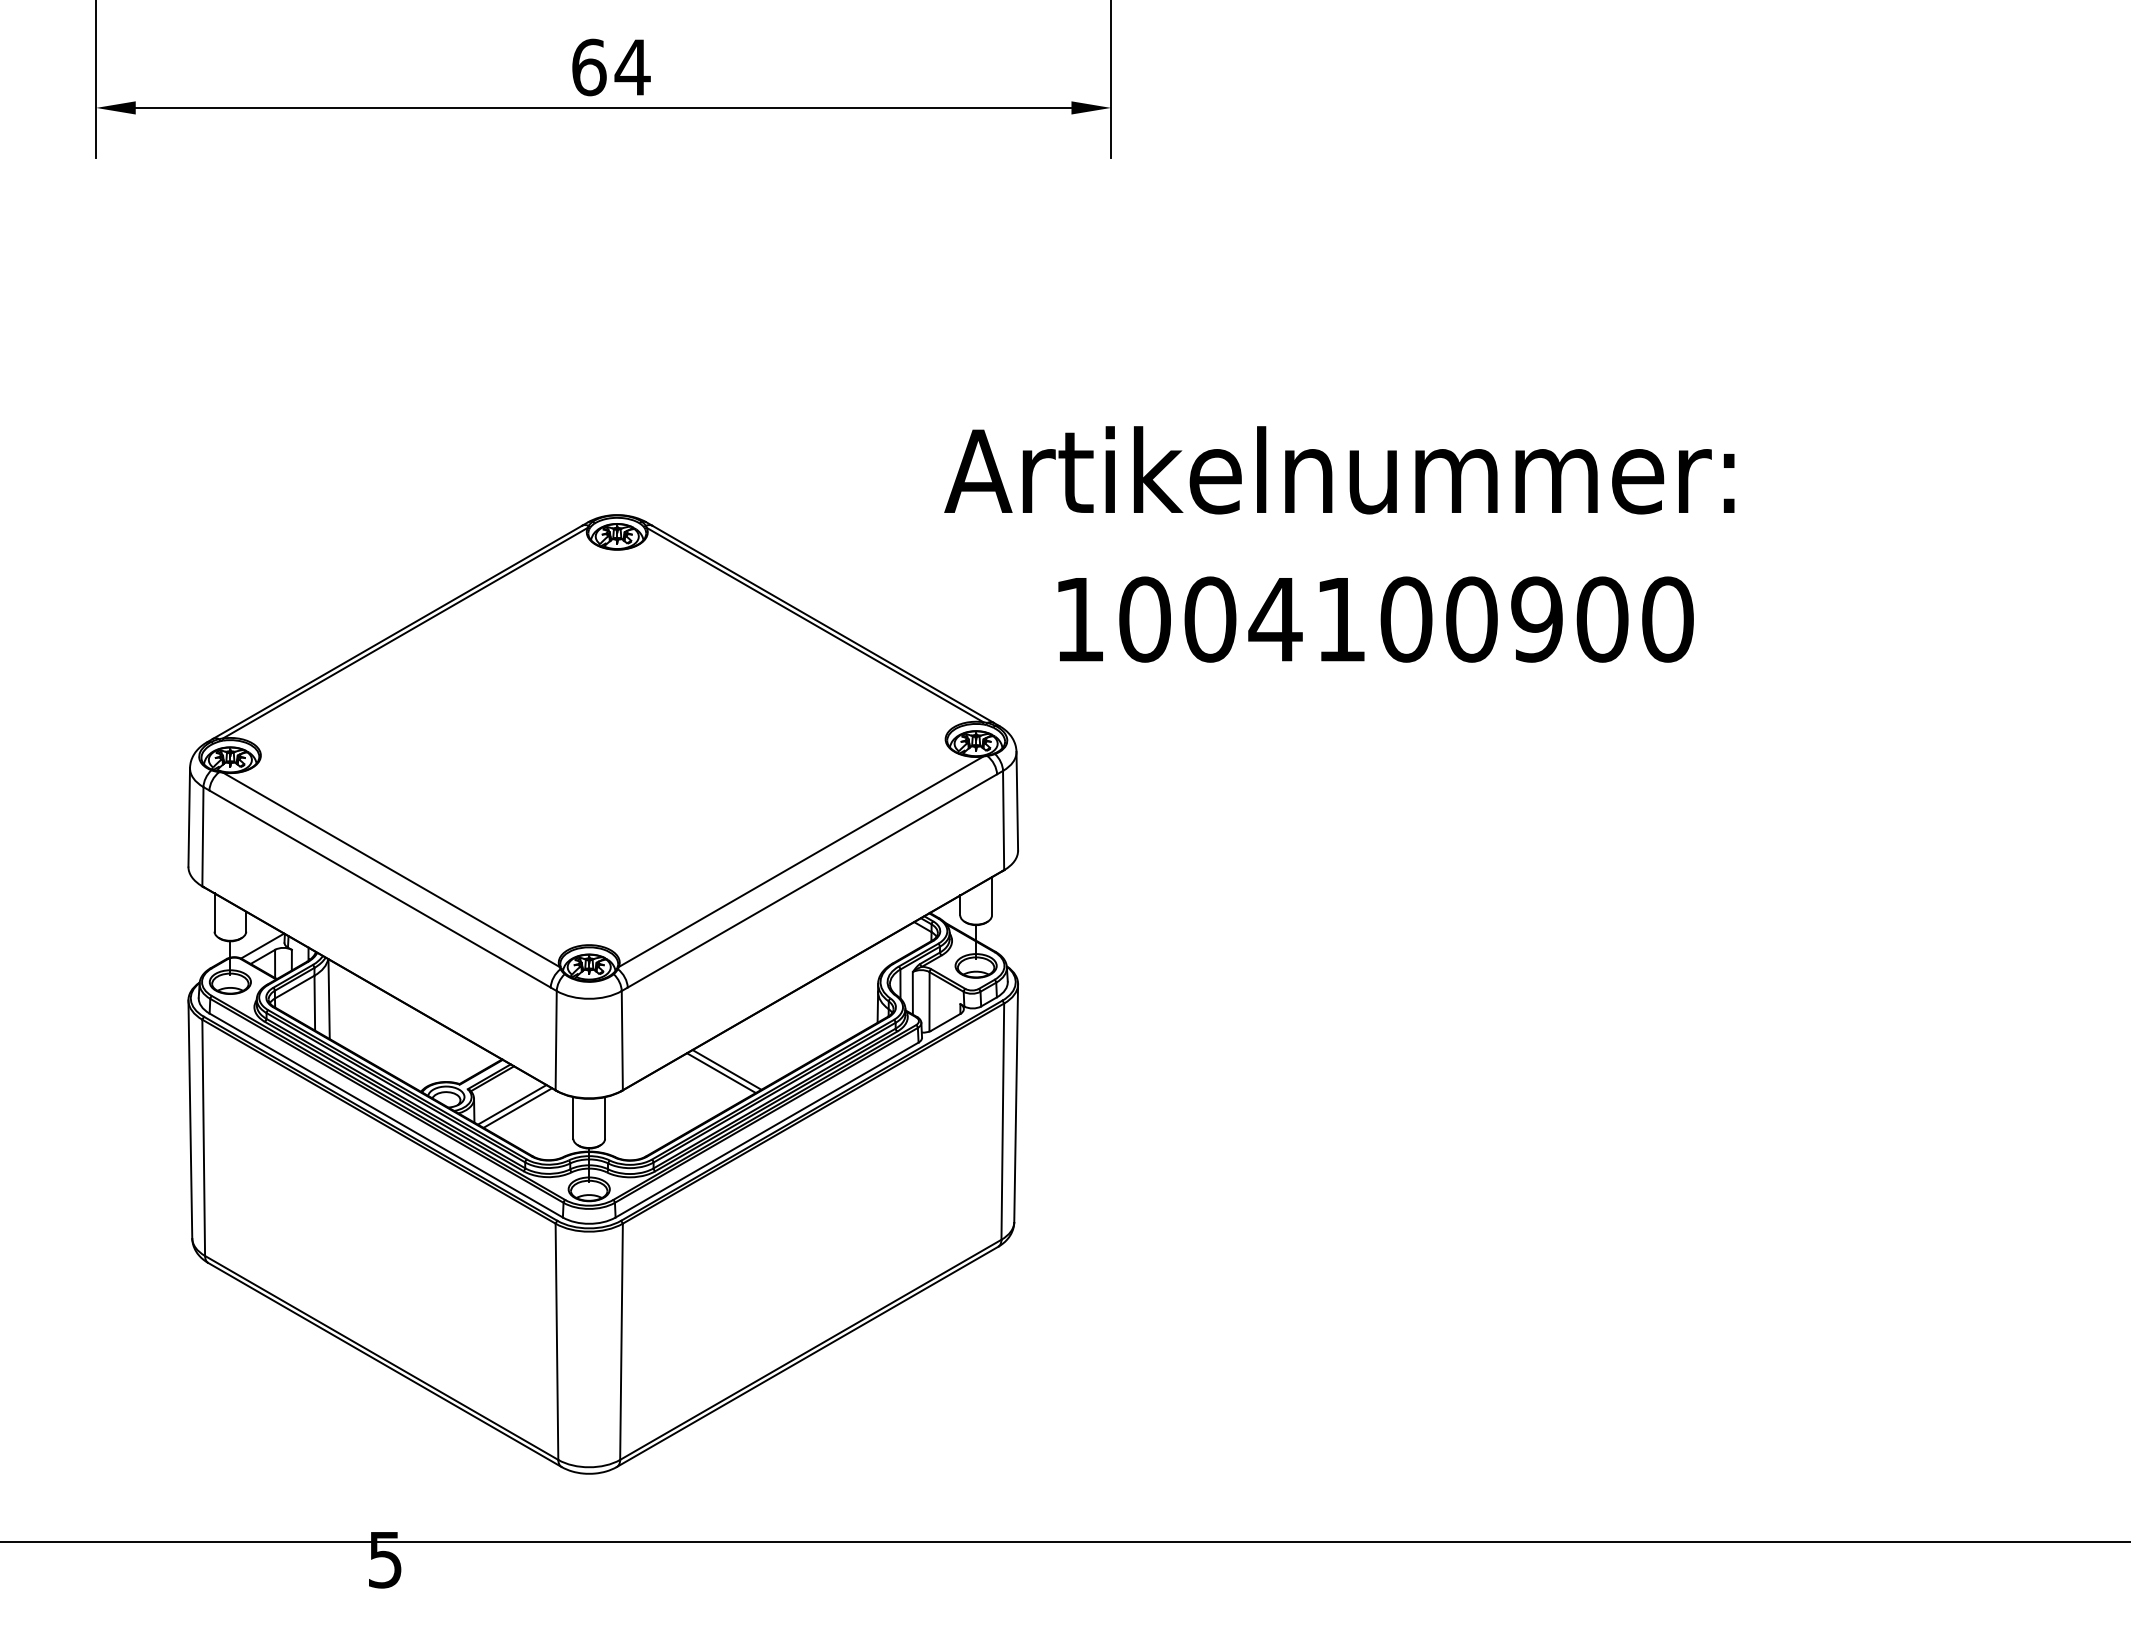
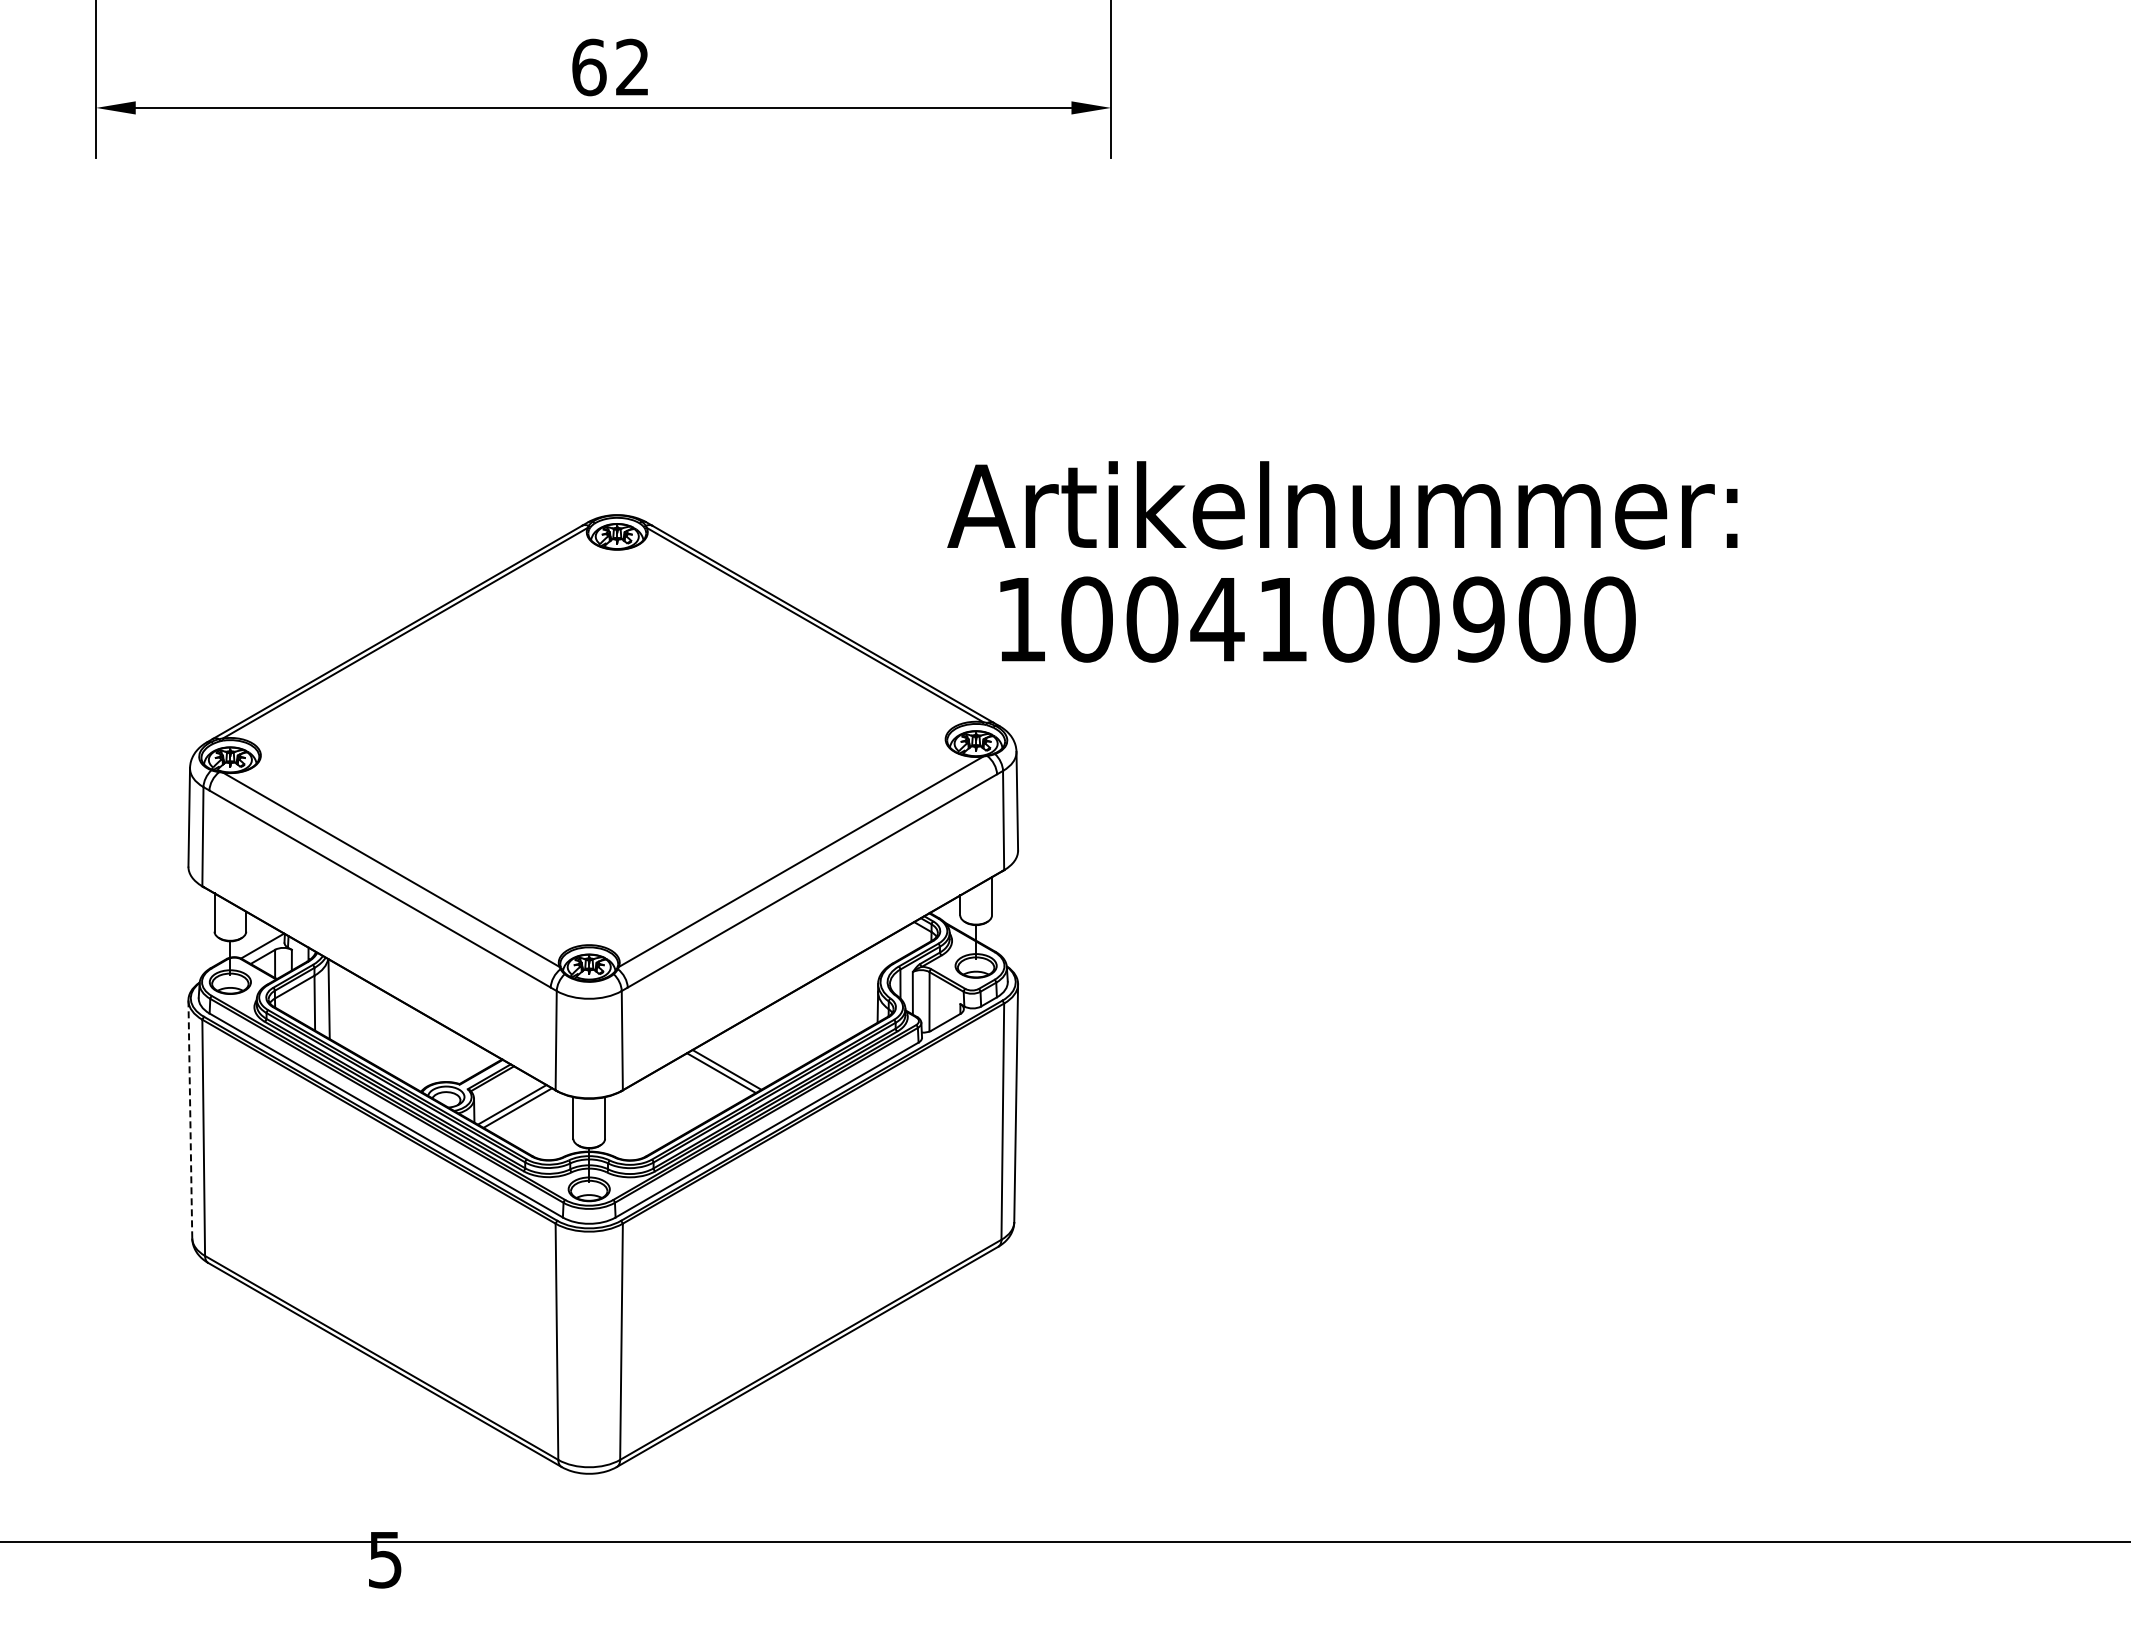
text at (632, 66): 64 -> 62
text at (1339, 470) position: (1339, 470) -> (1342, 505)
text at (1375, 619) position: (1375, 619) -> (1317, 619)
line at (190, 1119): solid -> dashed
